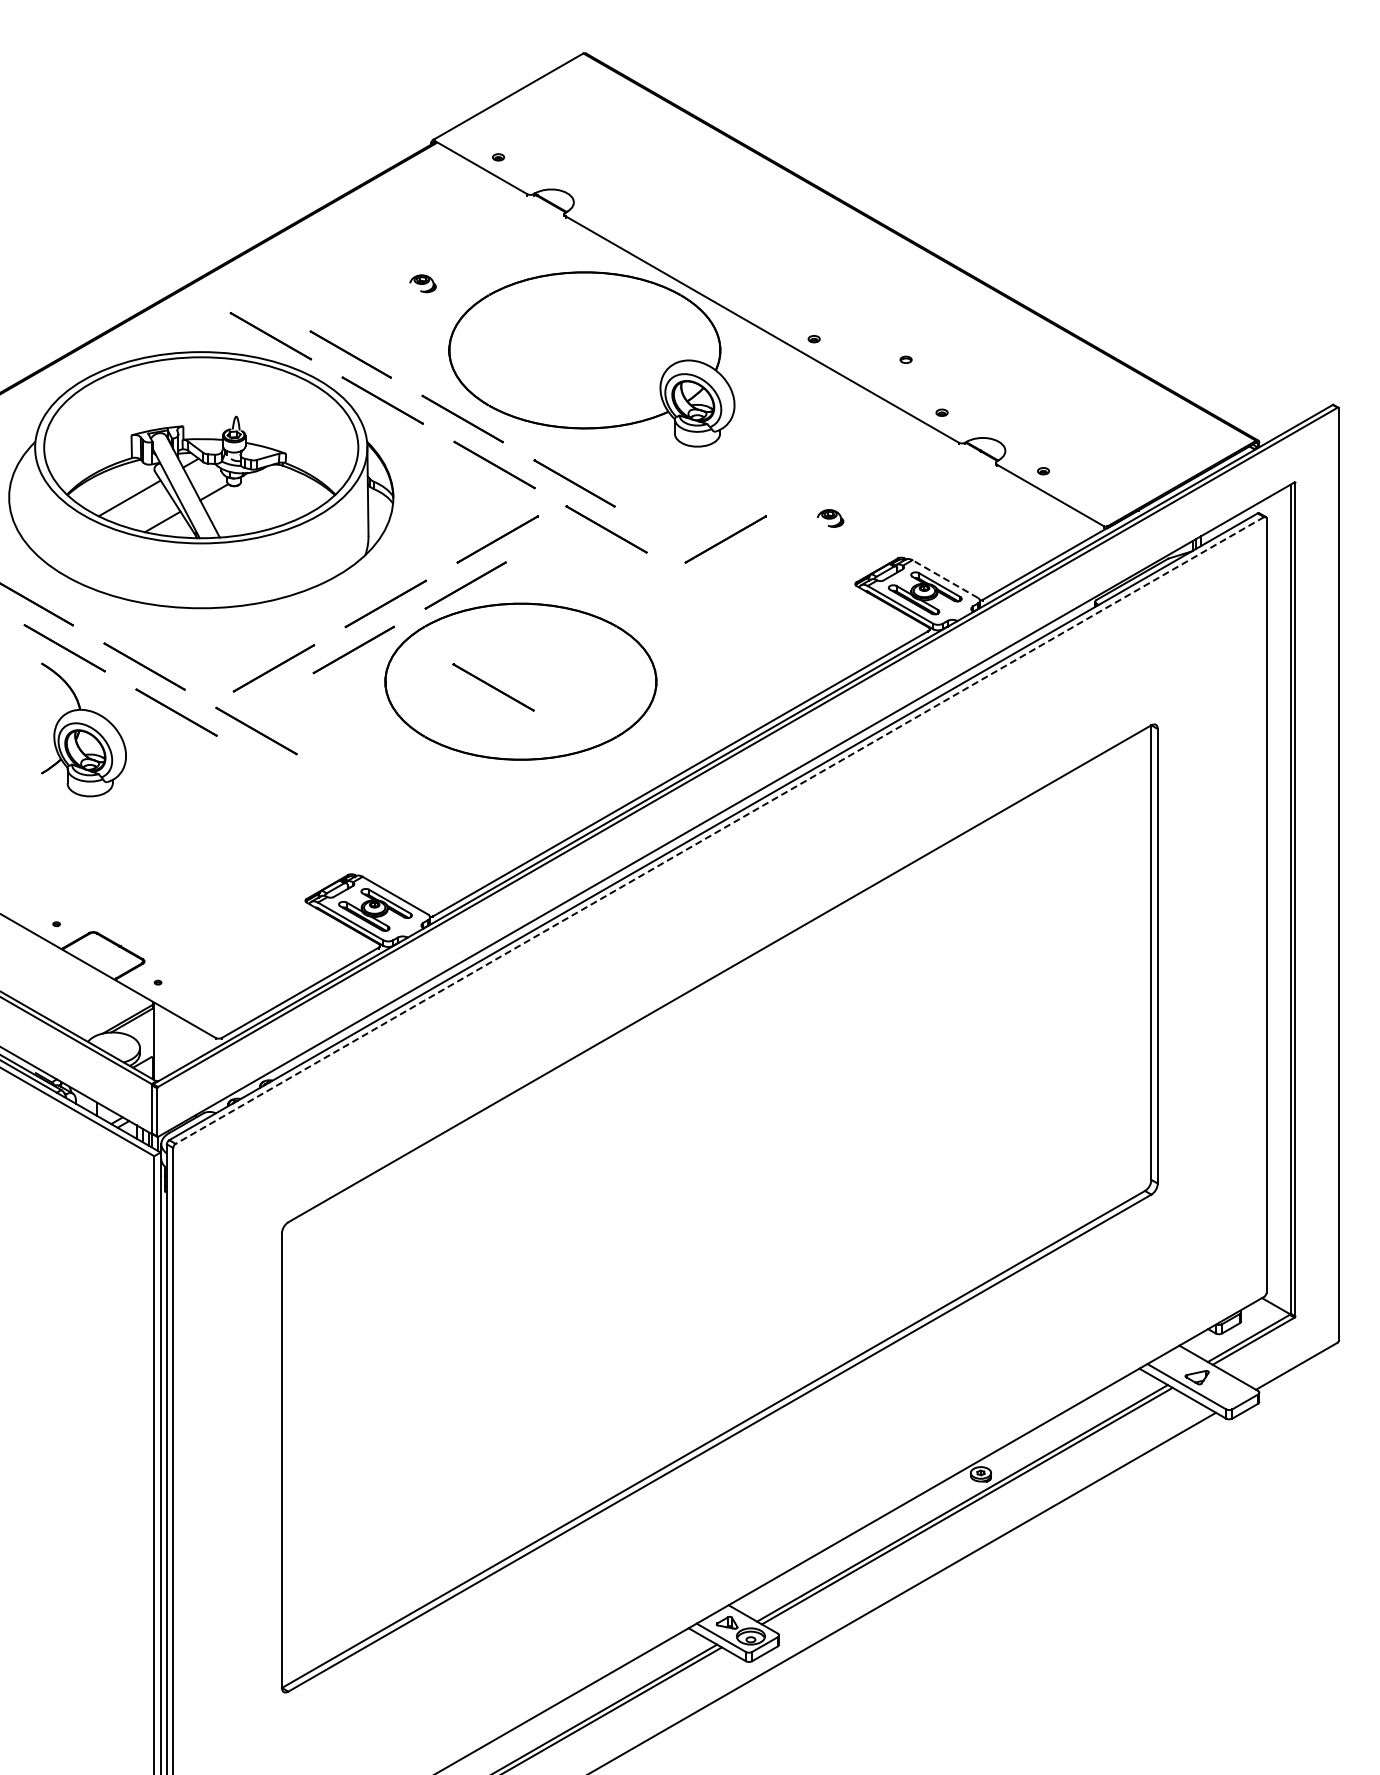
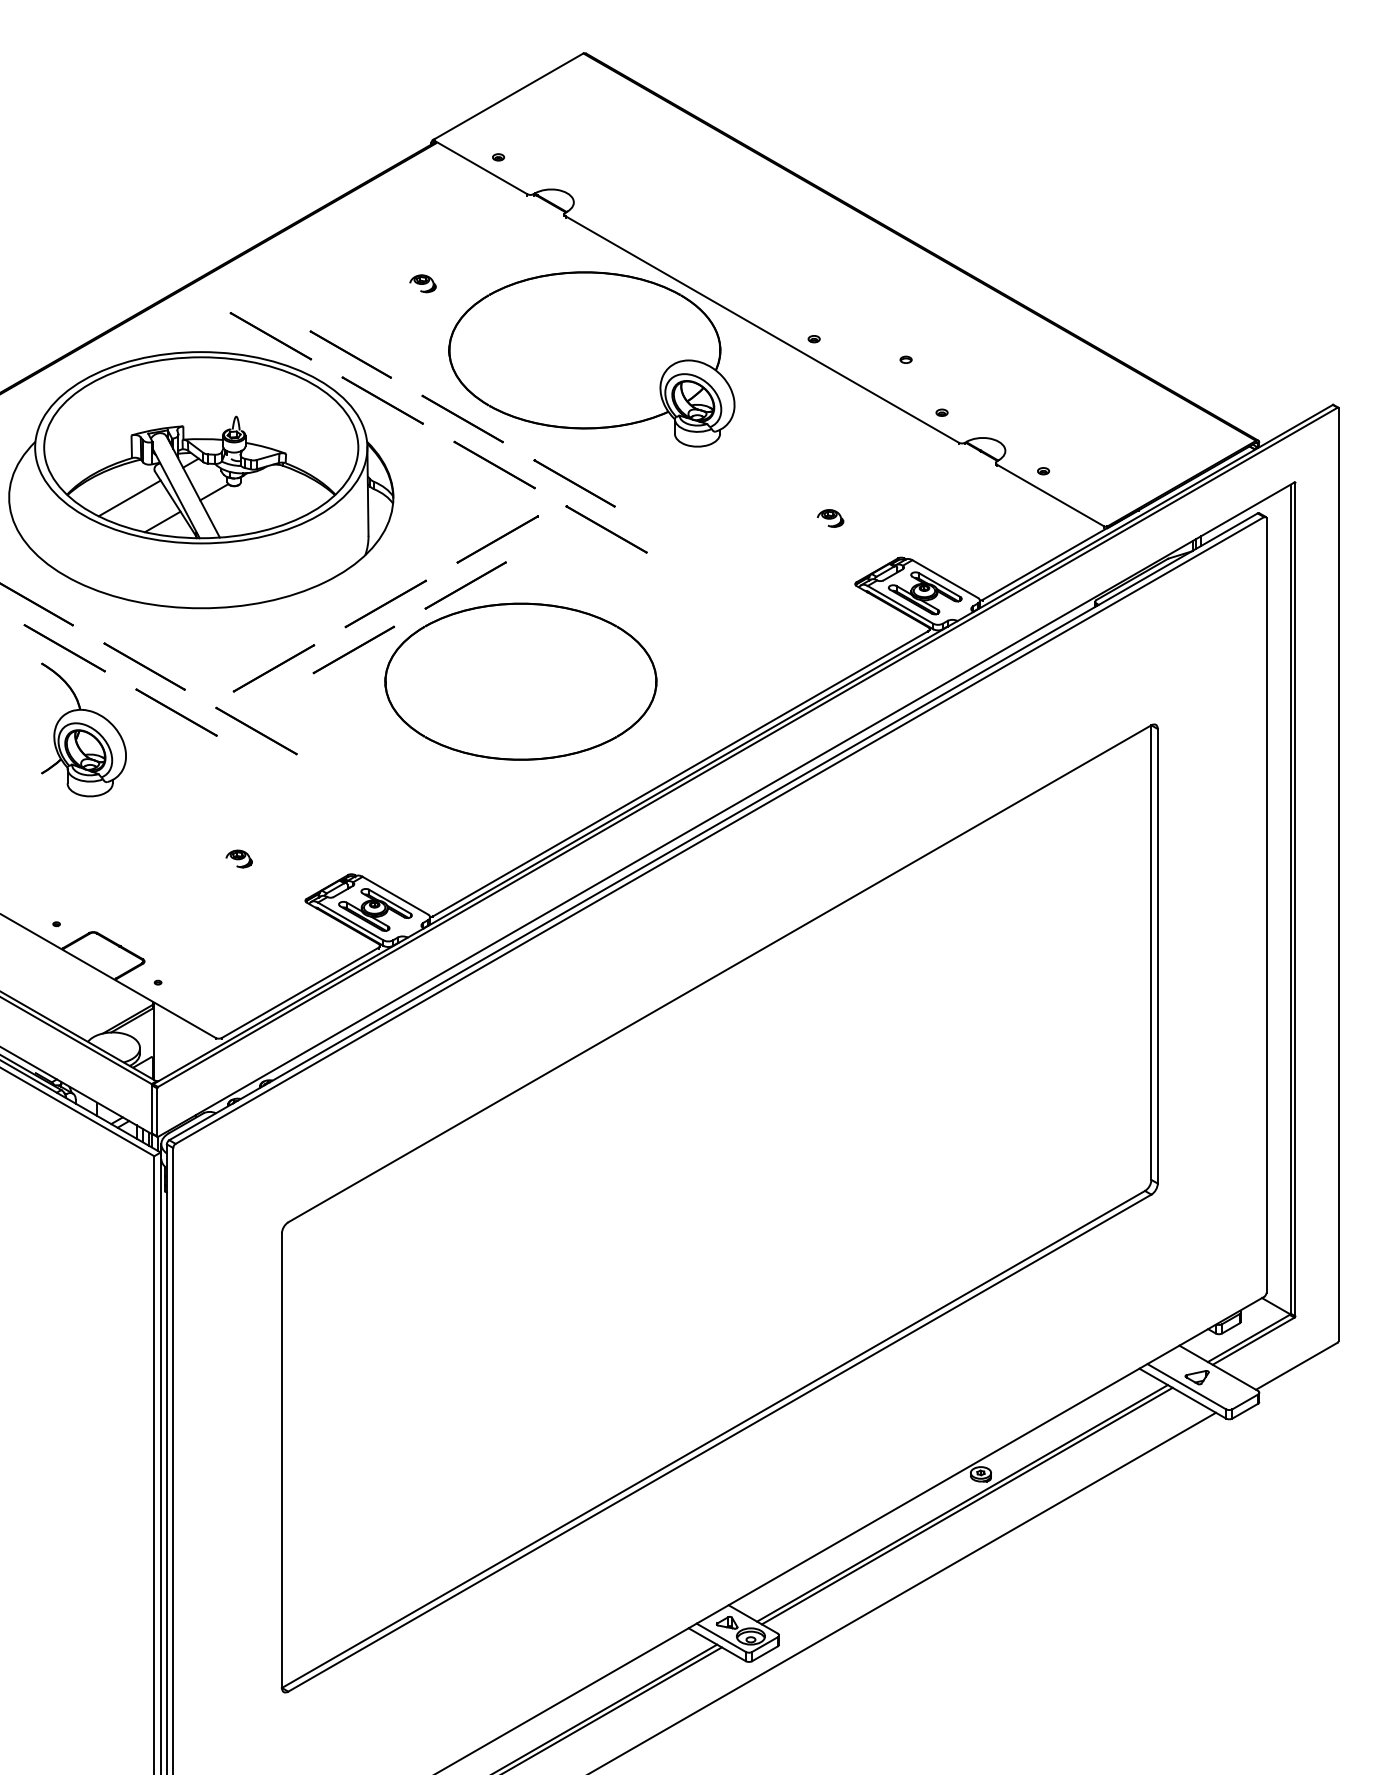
line at (725, 539): present -> none
line at (945, 579): dashed -> solid
line at (493, 687): present -> none
line at (719, 830): dashed -> solid
part at (238, 858): none -> present
